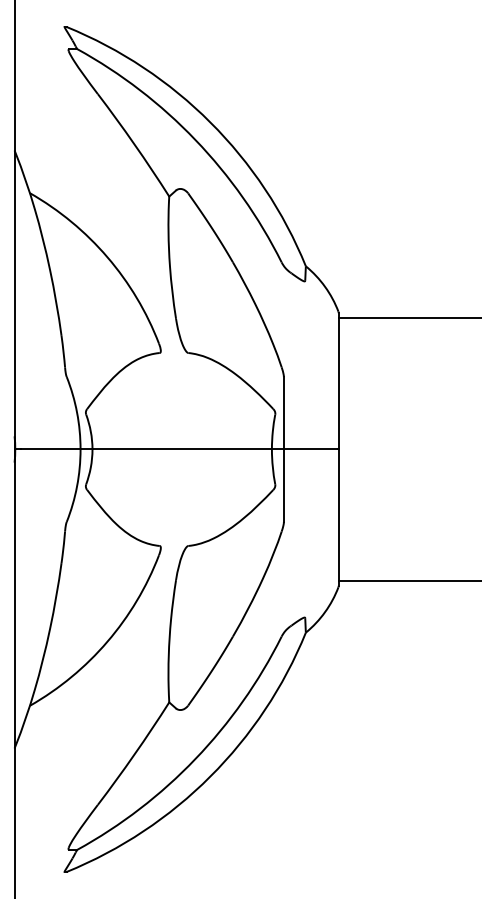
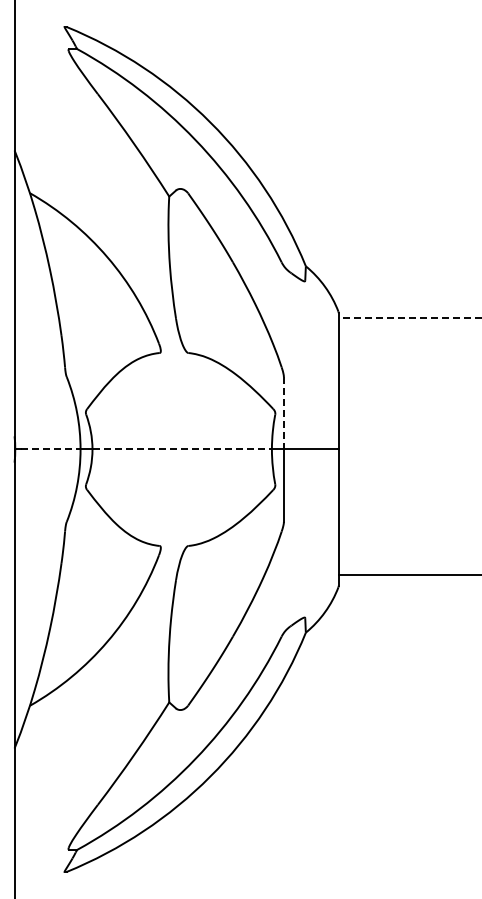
line at (409, 318): solid -> dashed
line at (283, 413): solid -> dashed
line at (50, 449): solid -> dashed
line at (182, 449): solid -> dashed
line at (408, 580) position: (408, 580) -> (408, 574)
